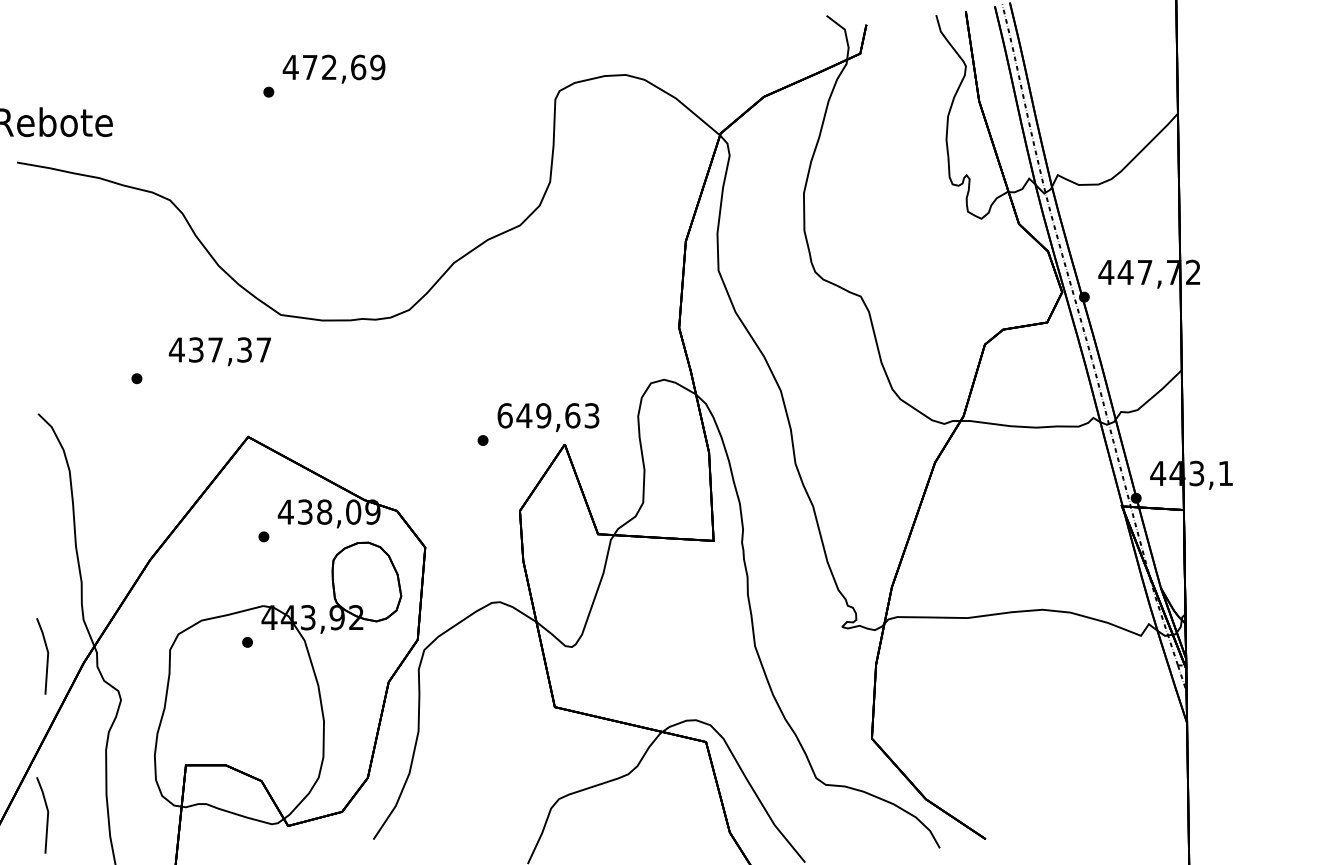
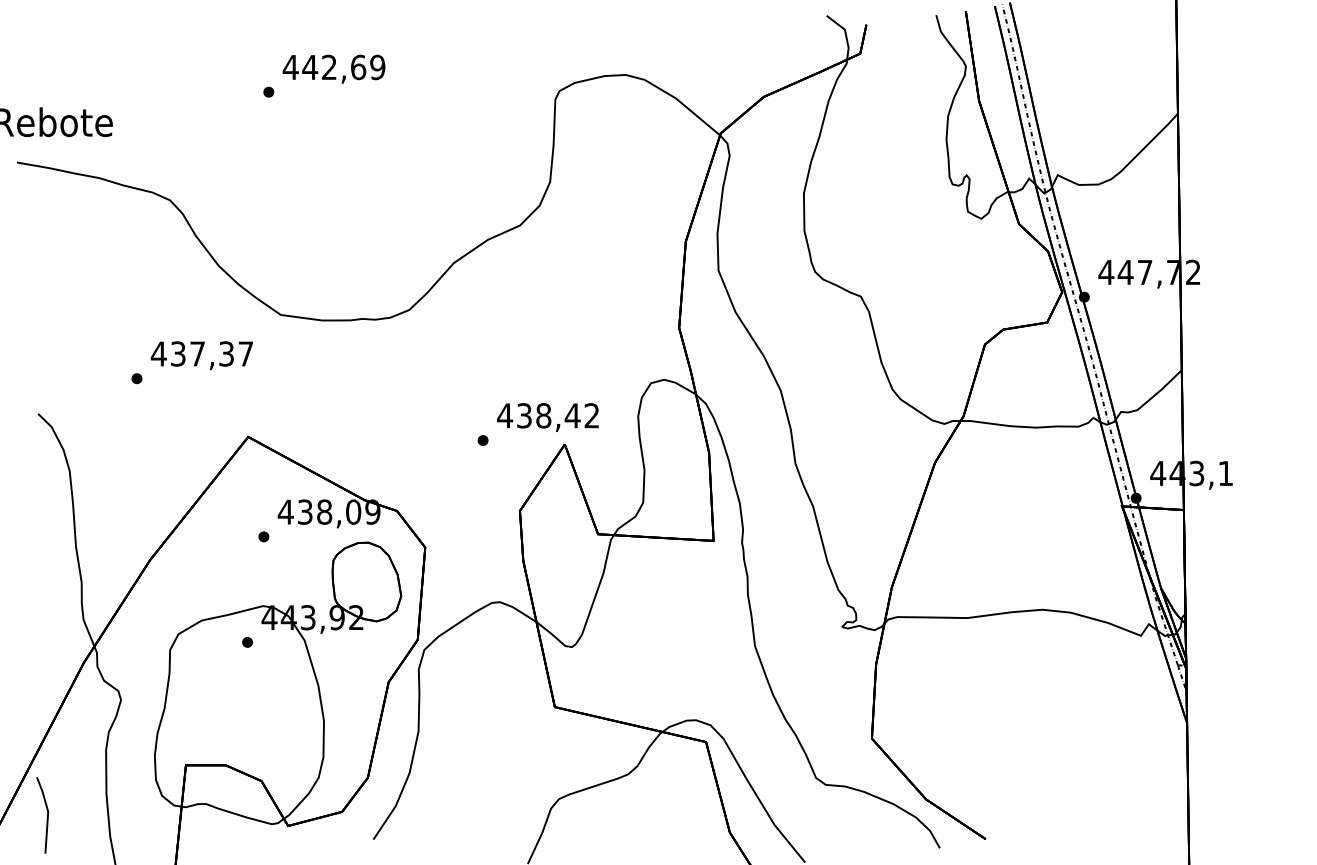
text at (310, 67): 472,69 -> 442,69
text at (219, 351) position: (219, 351) -> (201, 355)
text at (548, 415): 649,63 -> 438,42
line at (47, 656): present -> none
